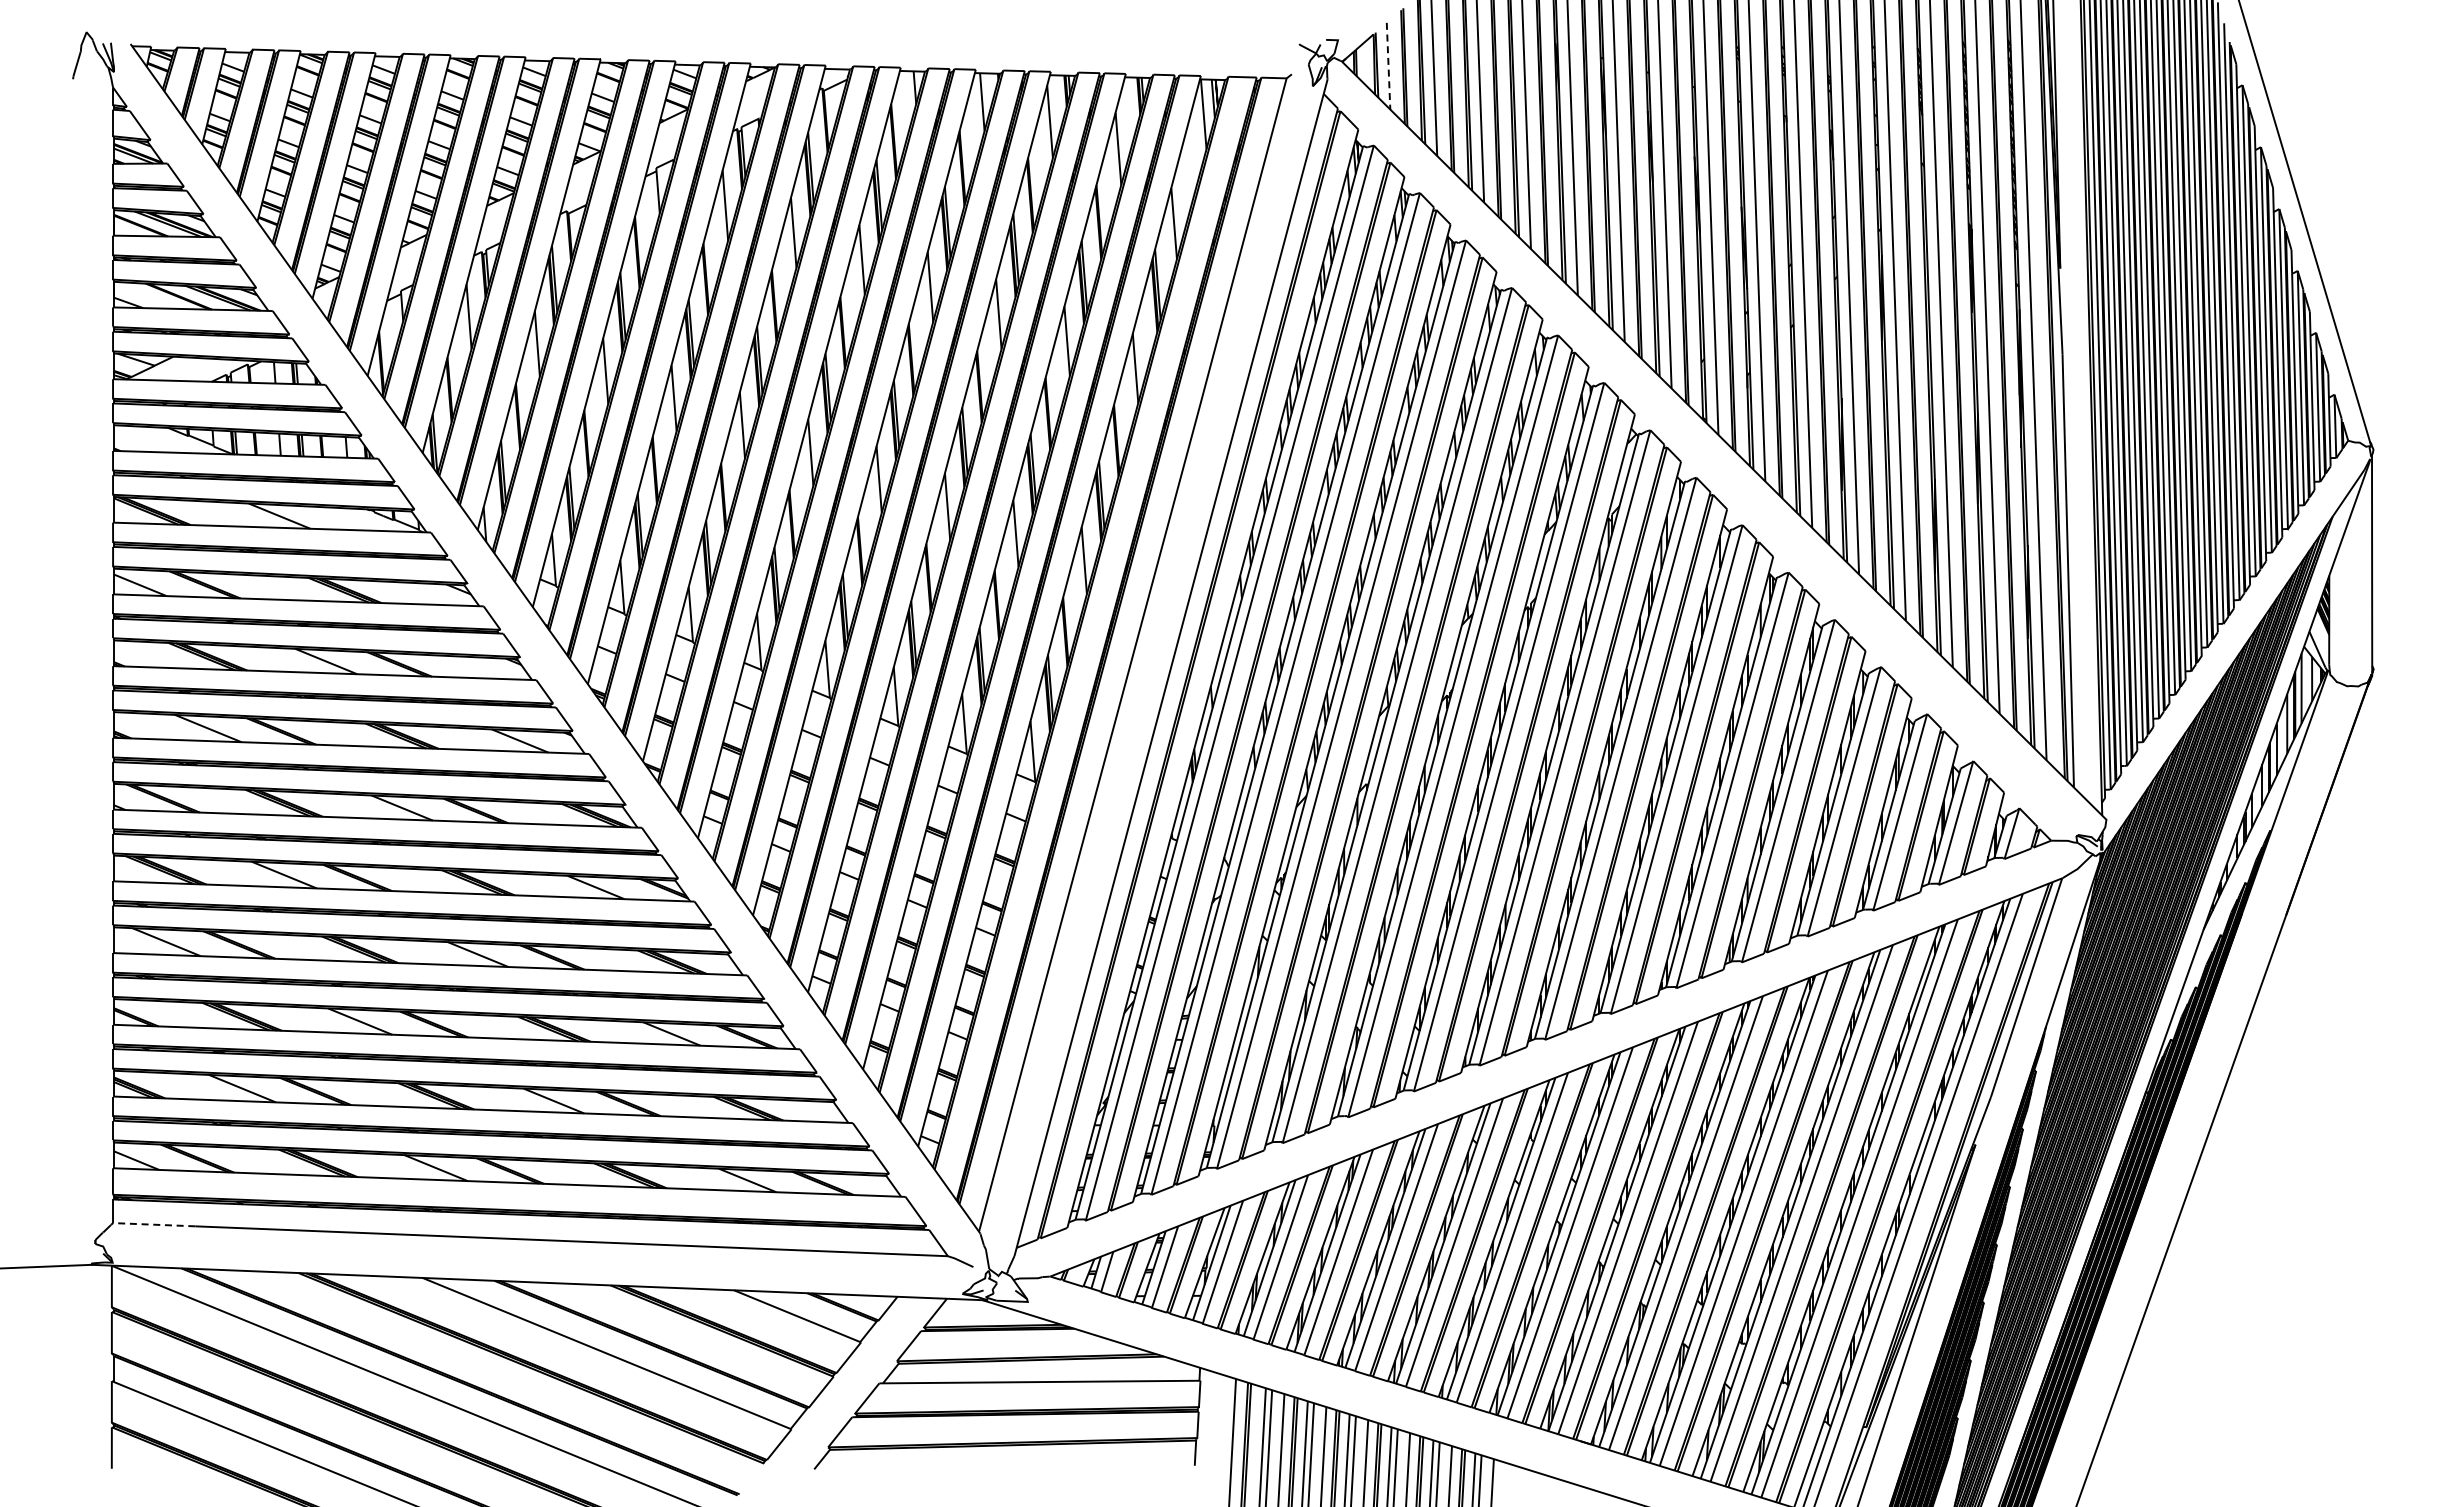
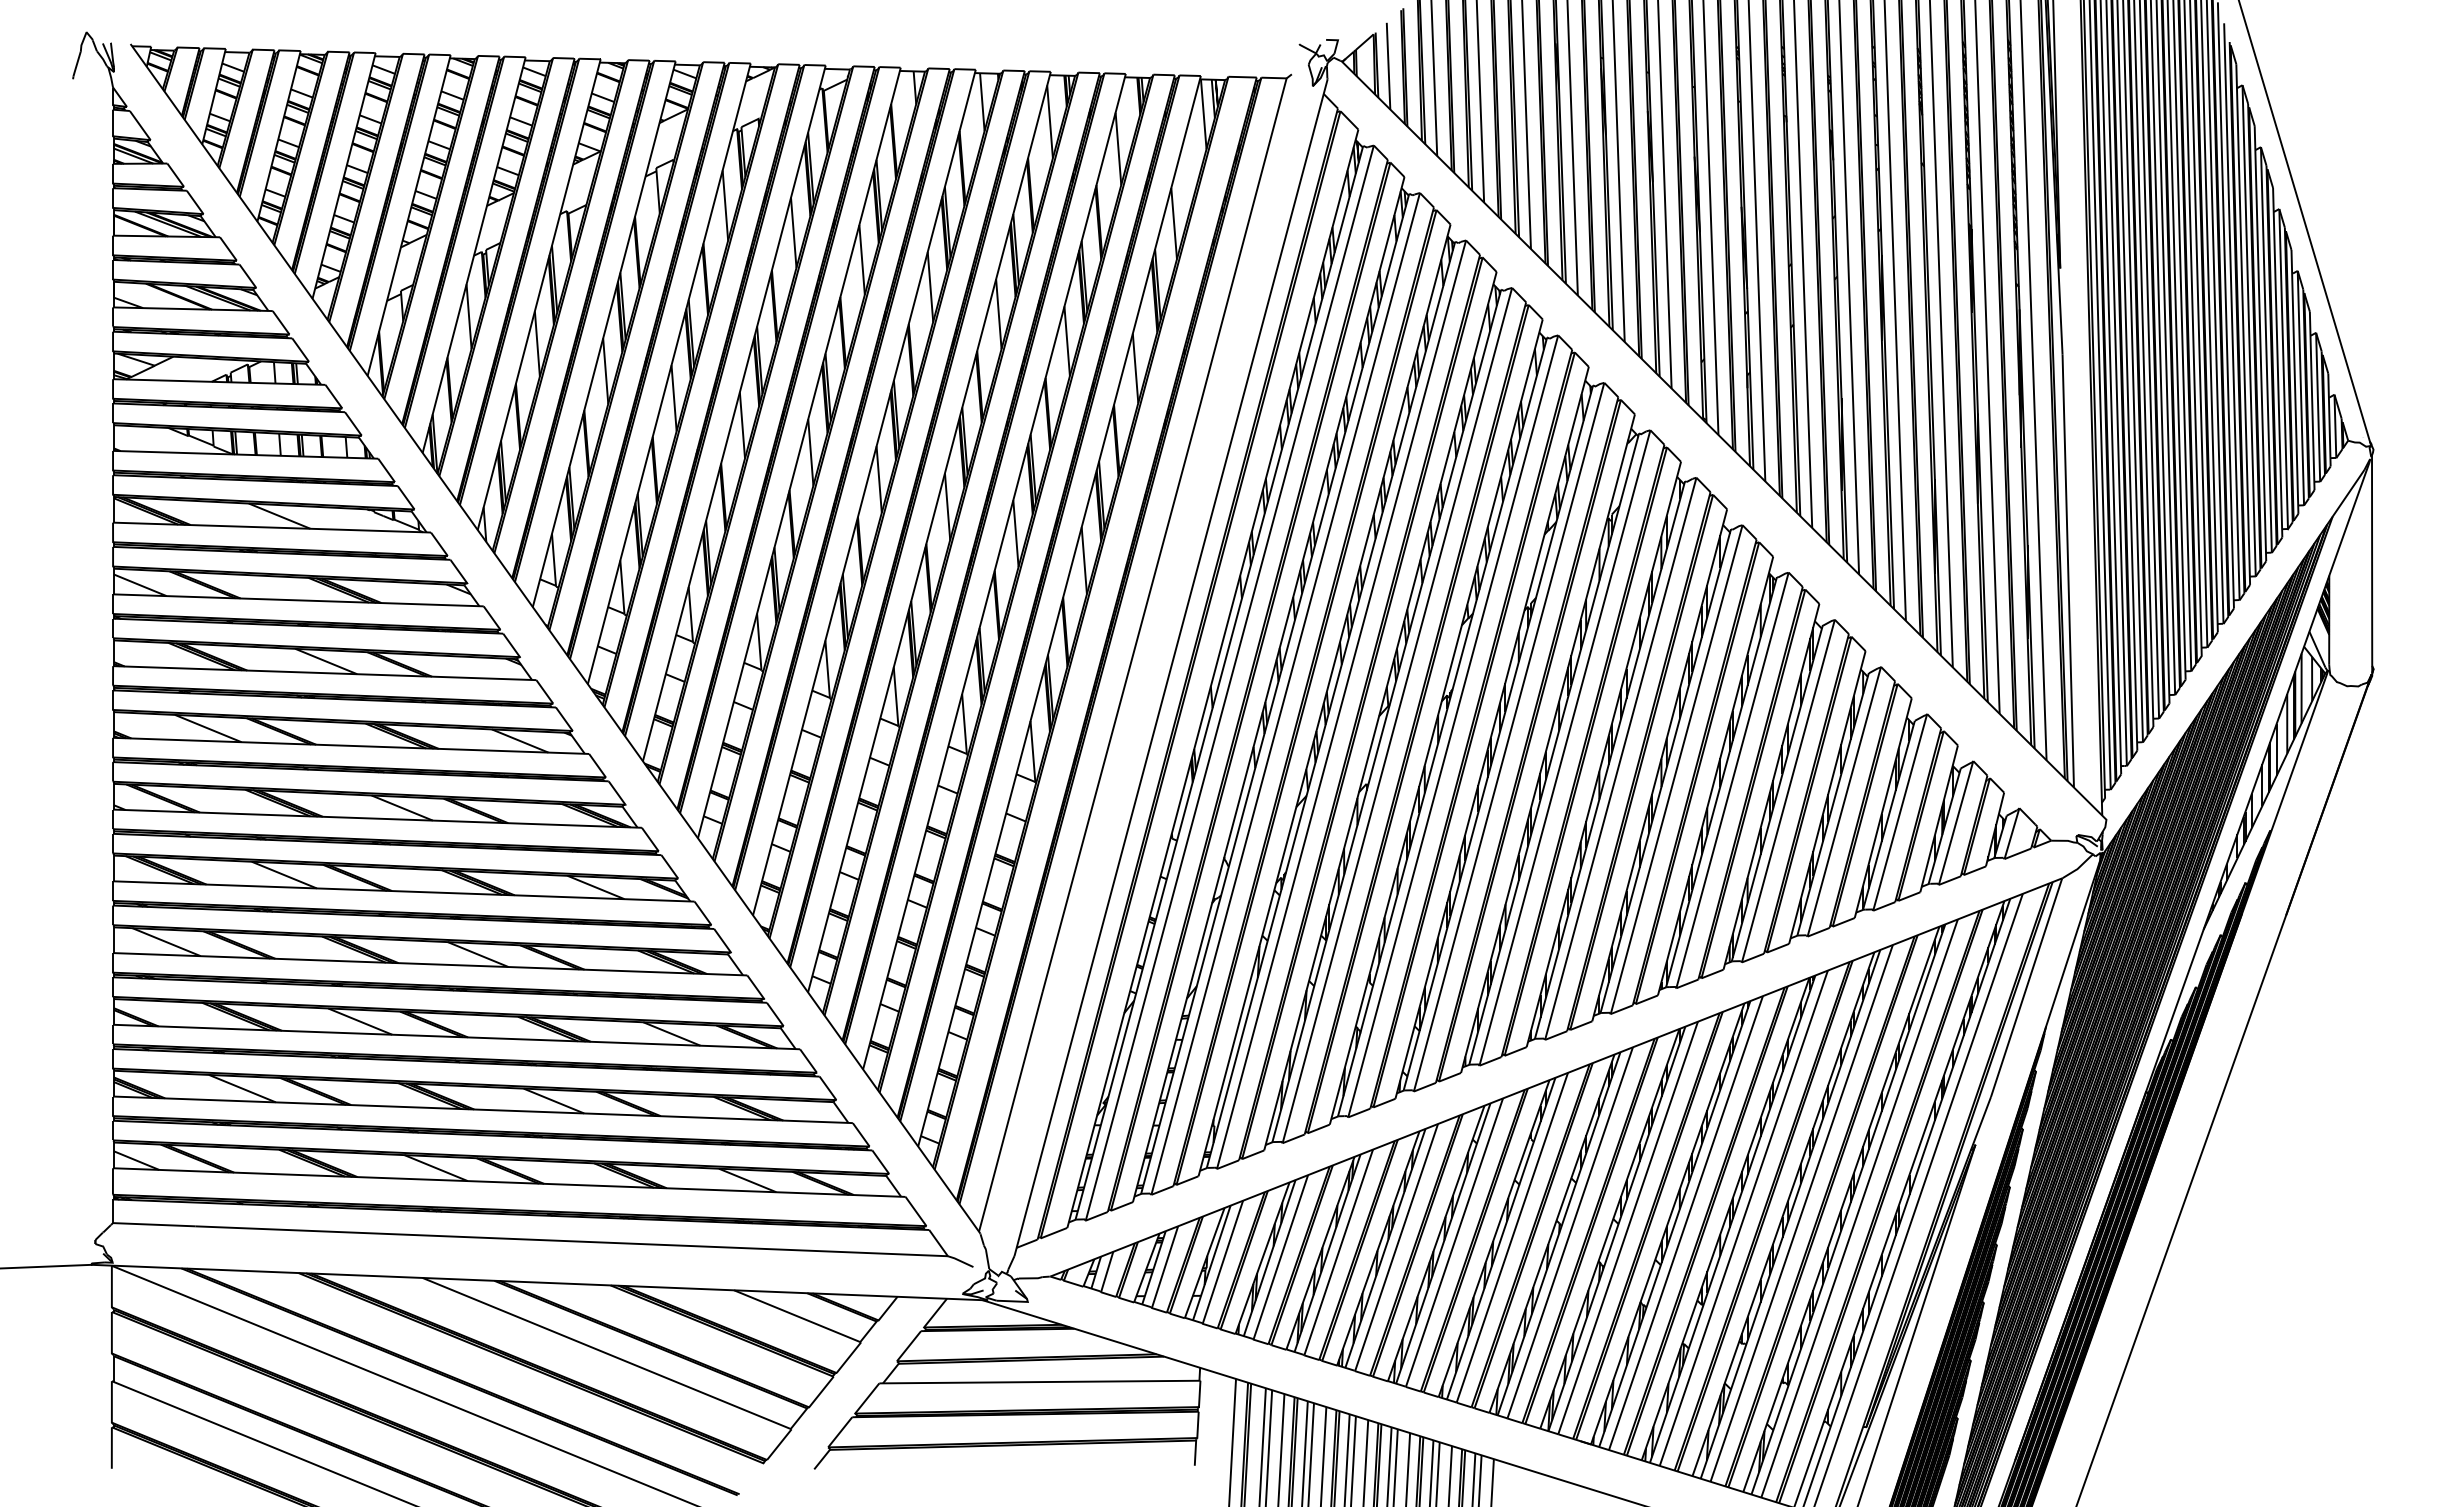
line at (1388, 66): dashed -> solid
line at (153, 1224): dashed -> solid
